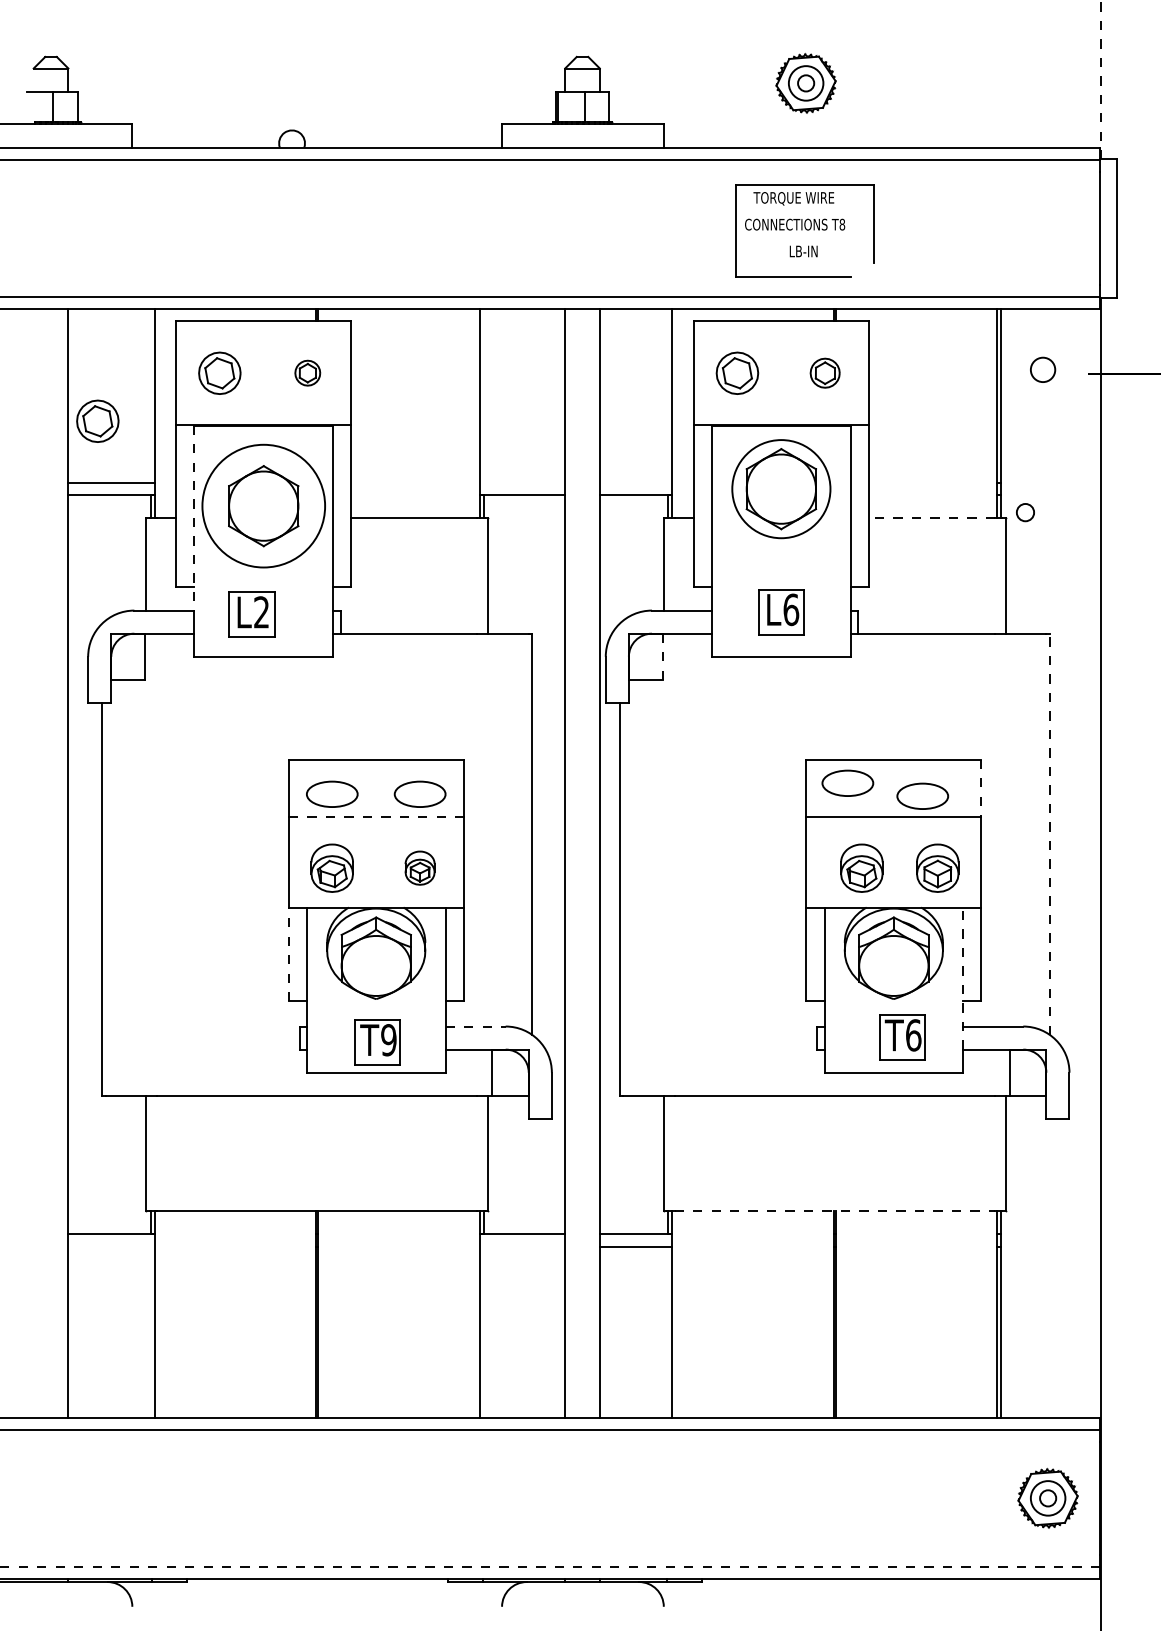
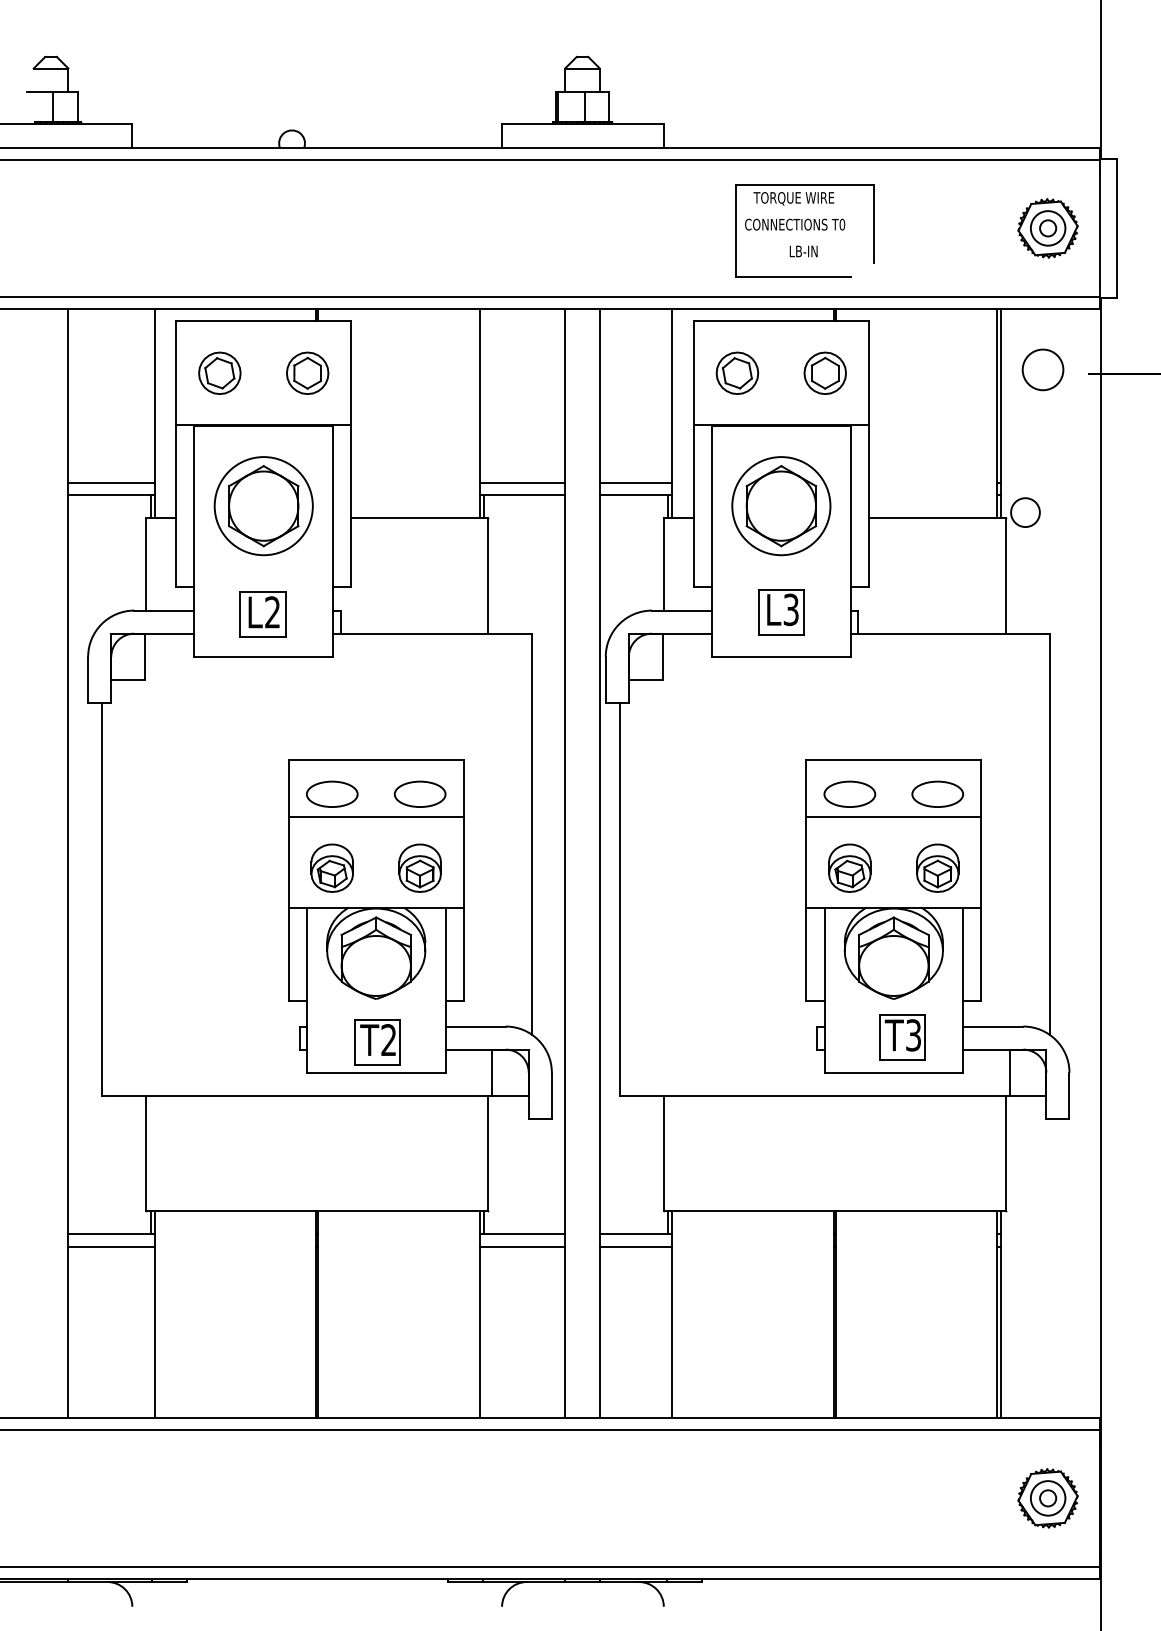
line at (1100, 79): dashed -> solid
part at (805, 83) position: (805, 83) -> (1047, 228)
text at (842, 224): T8 -> T0
circle at (1042, 369) diameter: 24 px -> 41 px
part at (307, 372) size: 28x28 px -> 44x44 px
part at (824, 372) size: 32x32 px -> 44x44 px
part at (97, 420): present -> none
line at (522, 483): none -> present
line at (635, 483): none -> present
part at (781, 489) position: (781, 489) -> (781, 506)
circle at (263, 505) diameter: 123 px -> 98 px
circle at (1025, 512) diameter: 17 px -> 29 px
line at (194, 518): dashed -> solid
line at (931, 518): dashed -> solid
text at (791, 609): L6 -> L3
part at (251, 614) position: (251, 614) -> (262, 614)
line at (662, 657): dashed -> solid
part at (847, 782) position: (847, 782) -> (849, 793)
line at (981, 788): dashed -> solid
part at (922, 795) position: (922, 795) -> (937, 793)
line at (376, 817): dashed -> solid
line at (1049, 834): dashed -> solid
part at (419, 867) size: 32x36 px -> 44x50 px
part at (861, 867) position: (861, 867) -> (849, 867)
line at (288, 954): dashed -> solid
line at (963, 978): dashed -> solid
line at (476, 1026): dashed -> solid
text at (913, 1035): T6 -> T3
text at (388, 1040): T9 -> T2
line at (835, 1211): dashed -> solid
line at (111, 1246): none -> present
line at (522, 1246): none -> present
line at (550, 1566): dashed -> solid
